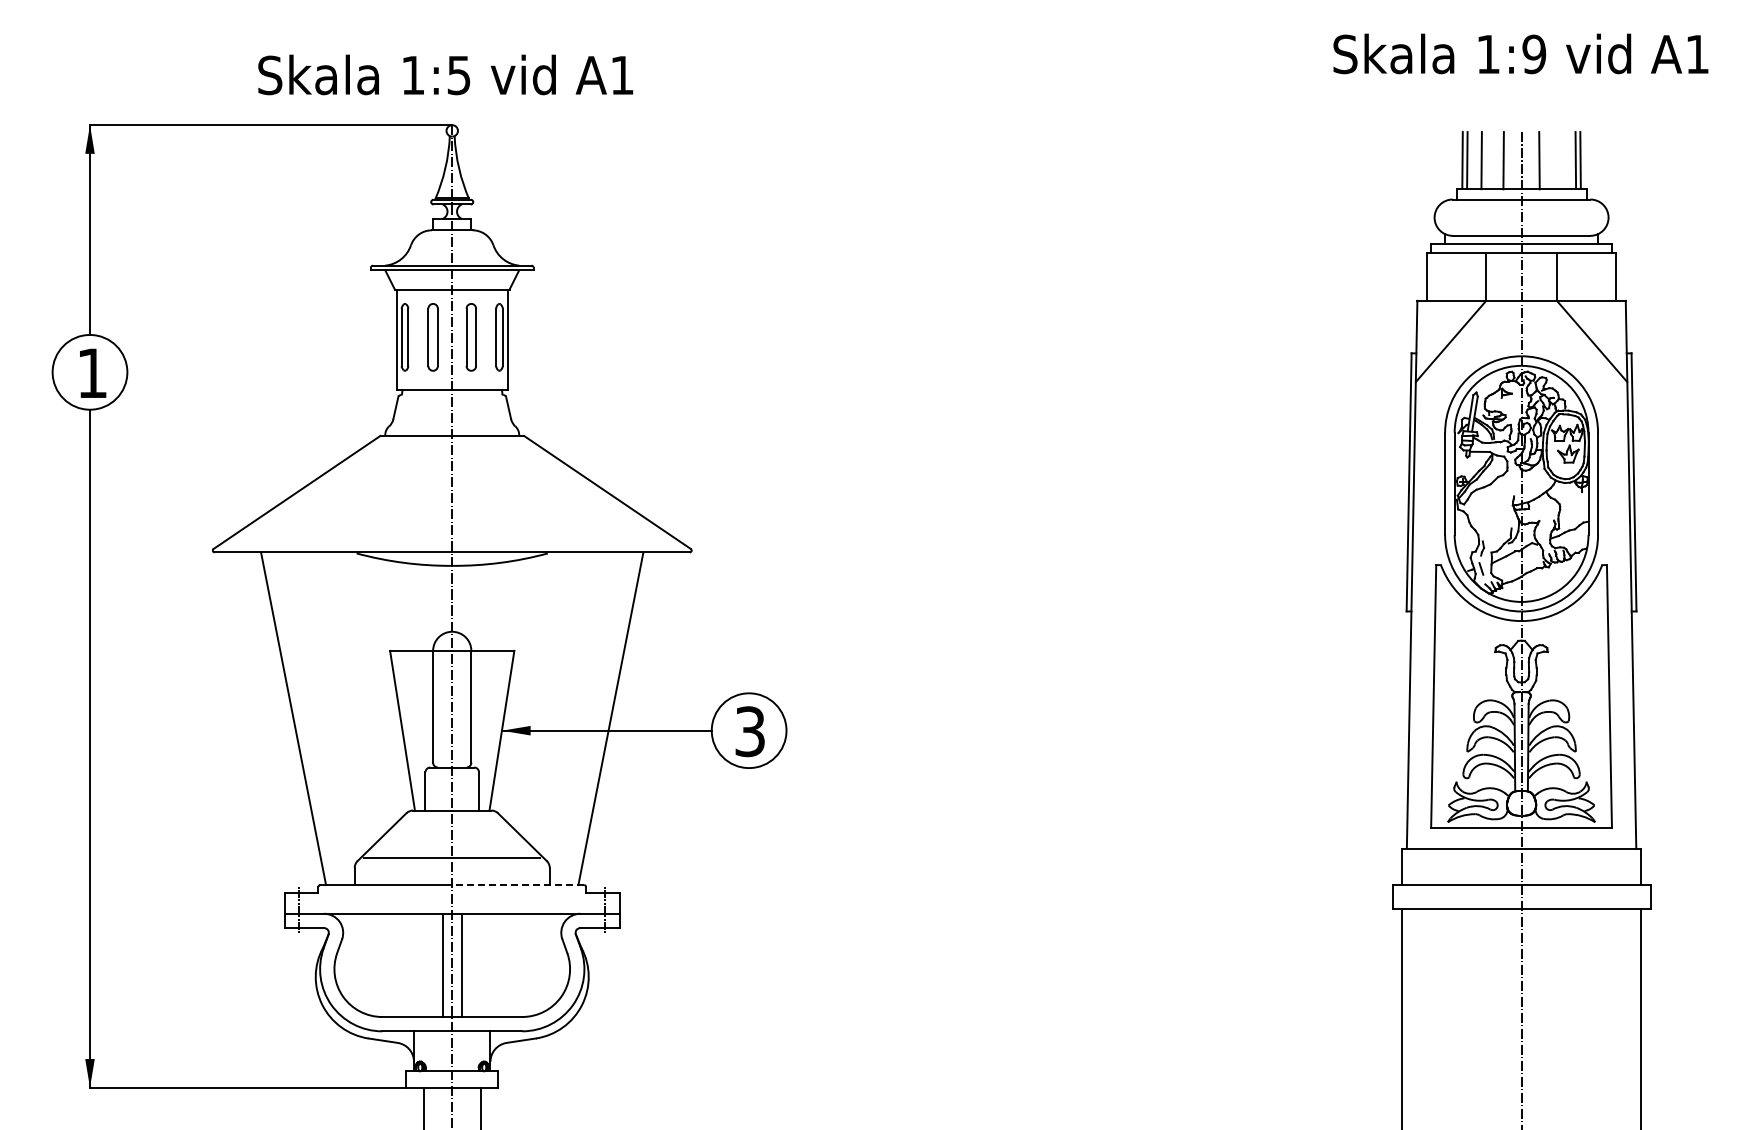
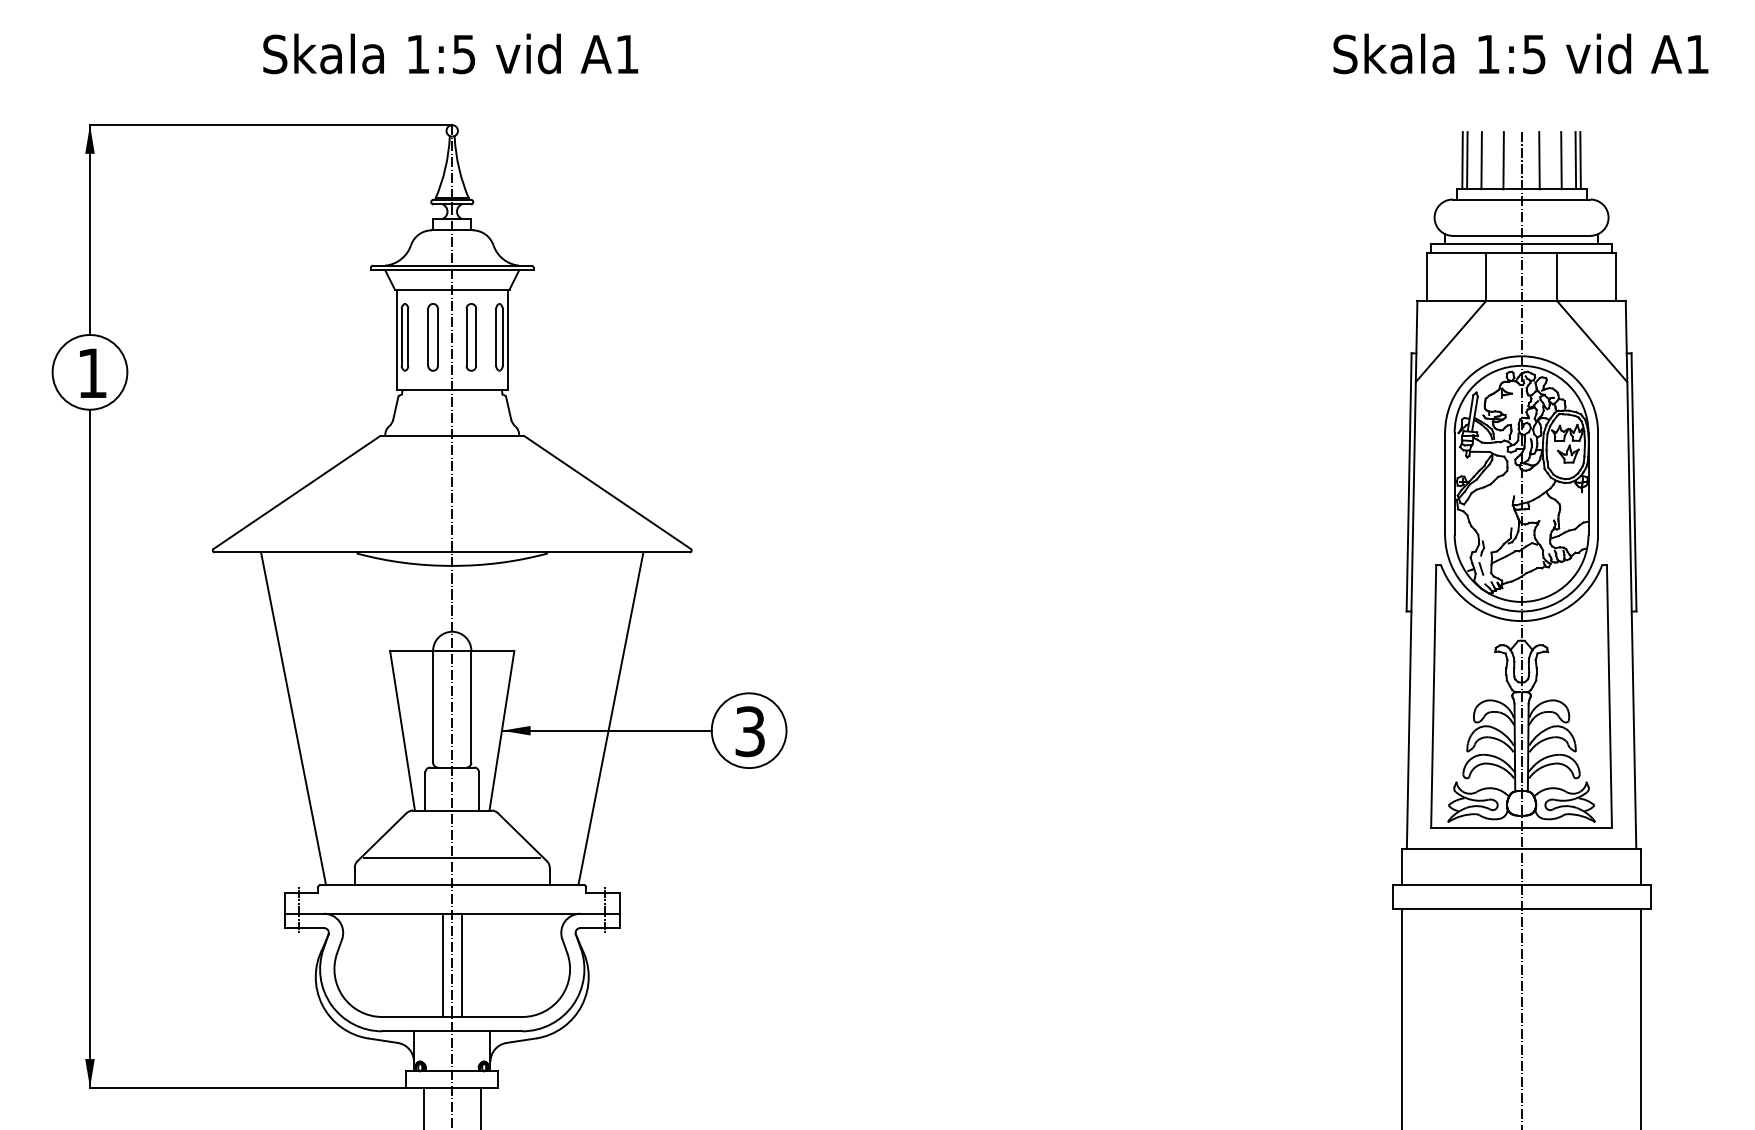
text at (1534, 54): 1:9 -> 1:5
text at (445, 74) position: (445, 74) -> (450, 53)
line at (1561, 160): none -> present
line at (518, 885): dashed -> solid
